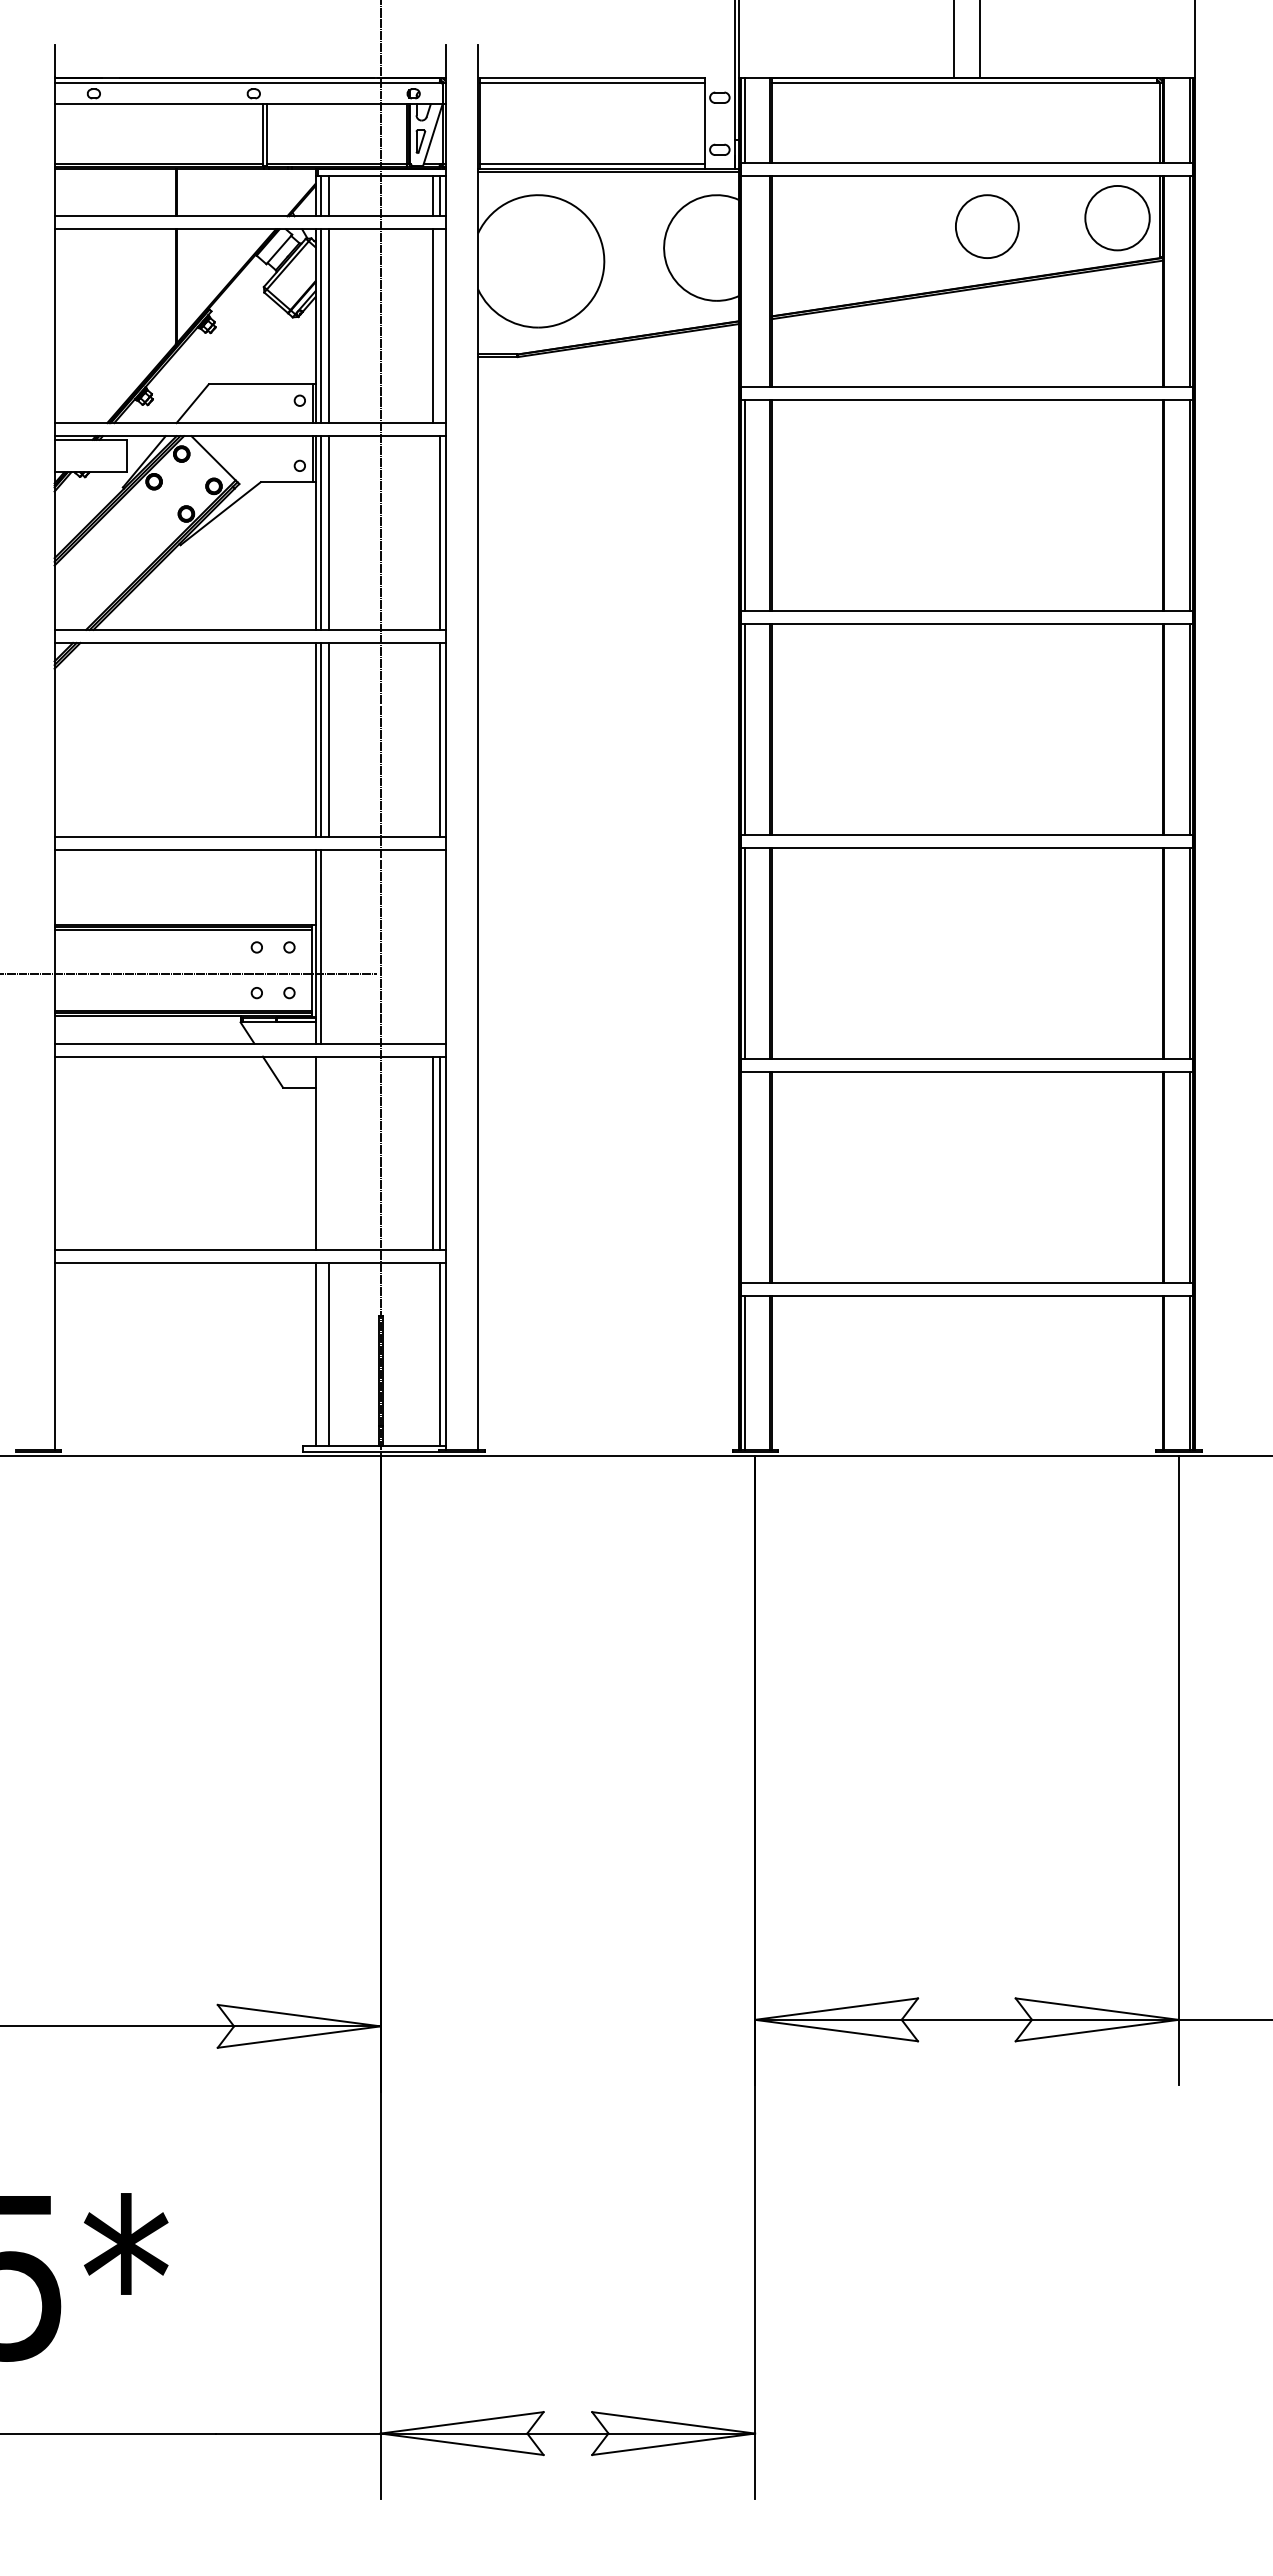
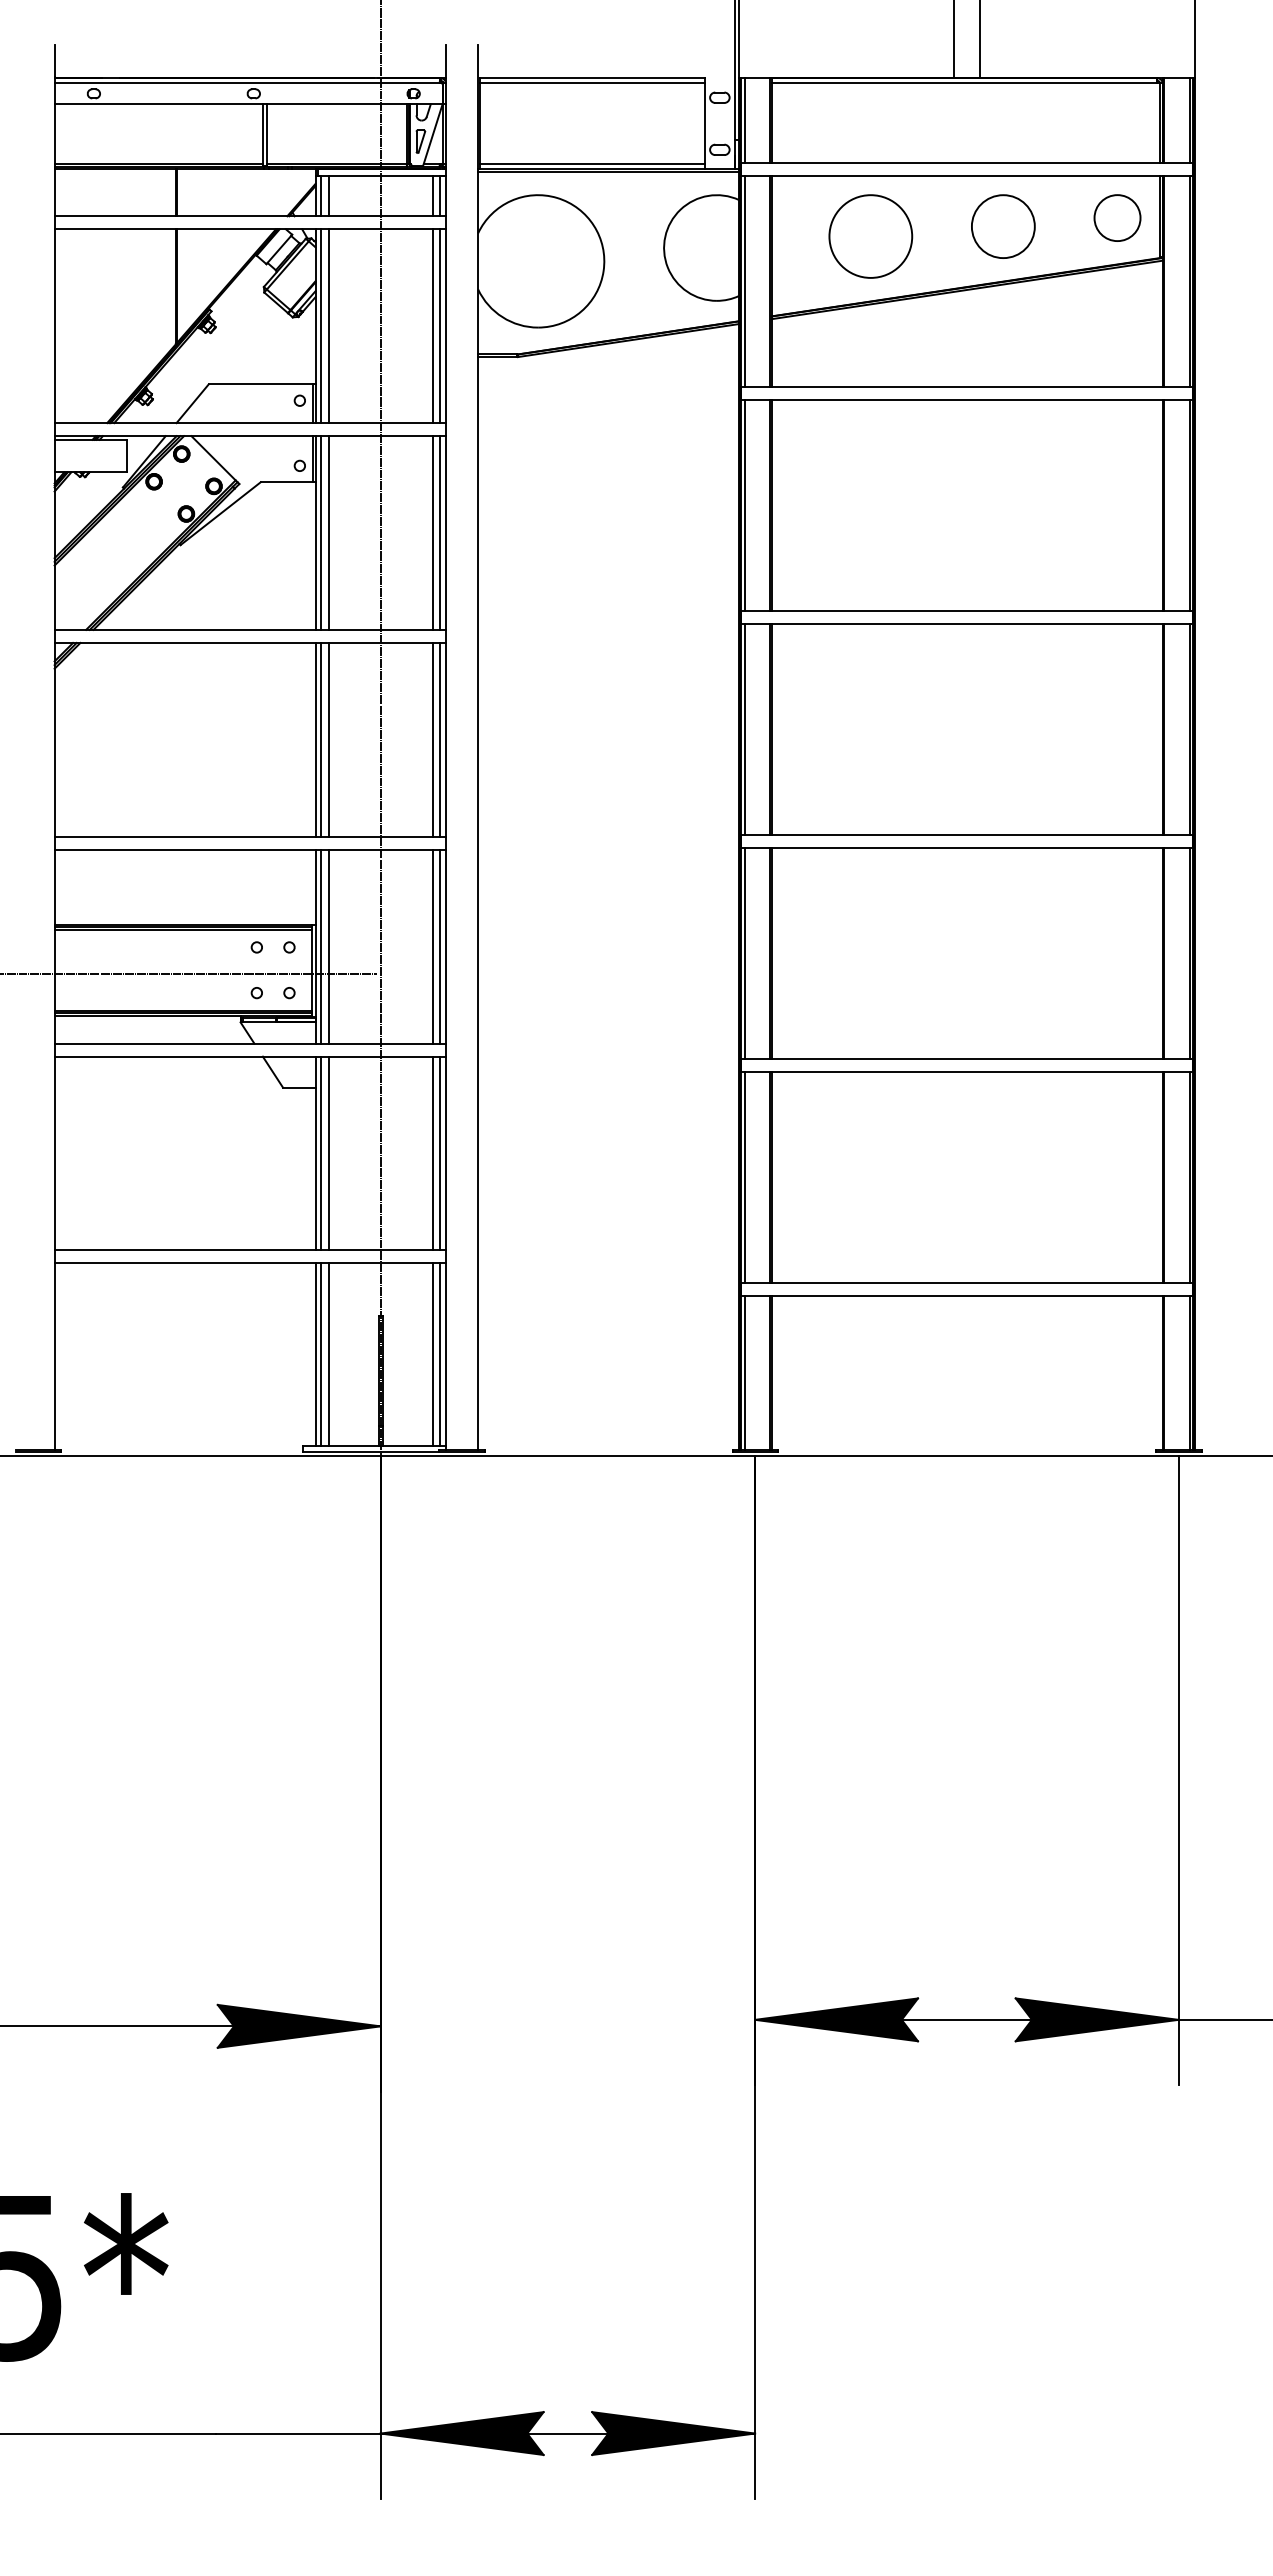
circle at (1117, 218) size: 67x67 px -> 49x48 px
circle at (987, 226) position: (987, 226) -> (1003, 226)
circle at (870, 236): none -> present
line at (744, 280): none -> present
line at (440, 326): none -> present
line at (432, 532): none -> present
line at (432, 739): none -> present
line at (328, 946): none -> present
line at (432, 946): none -> present
line at (440, 946): none -> present
line at (321, 1153): none -> present
line at (328, 1153): none -> present
line at (744, 1177): none -> present
line at (321, 1354): none -> present
line at (432, 1354): none -> present
fill at (836, 2019): none -> present
fill at (1096, 2019): none -> present
fill at (298, 2025): none -> present
fill at (461, 2433): none -> present
fill at (673, 2433): none -> present
